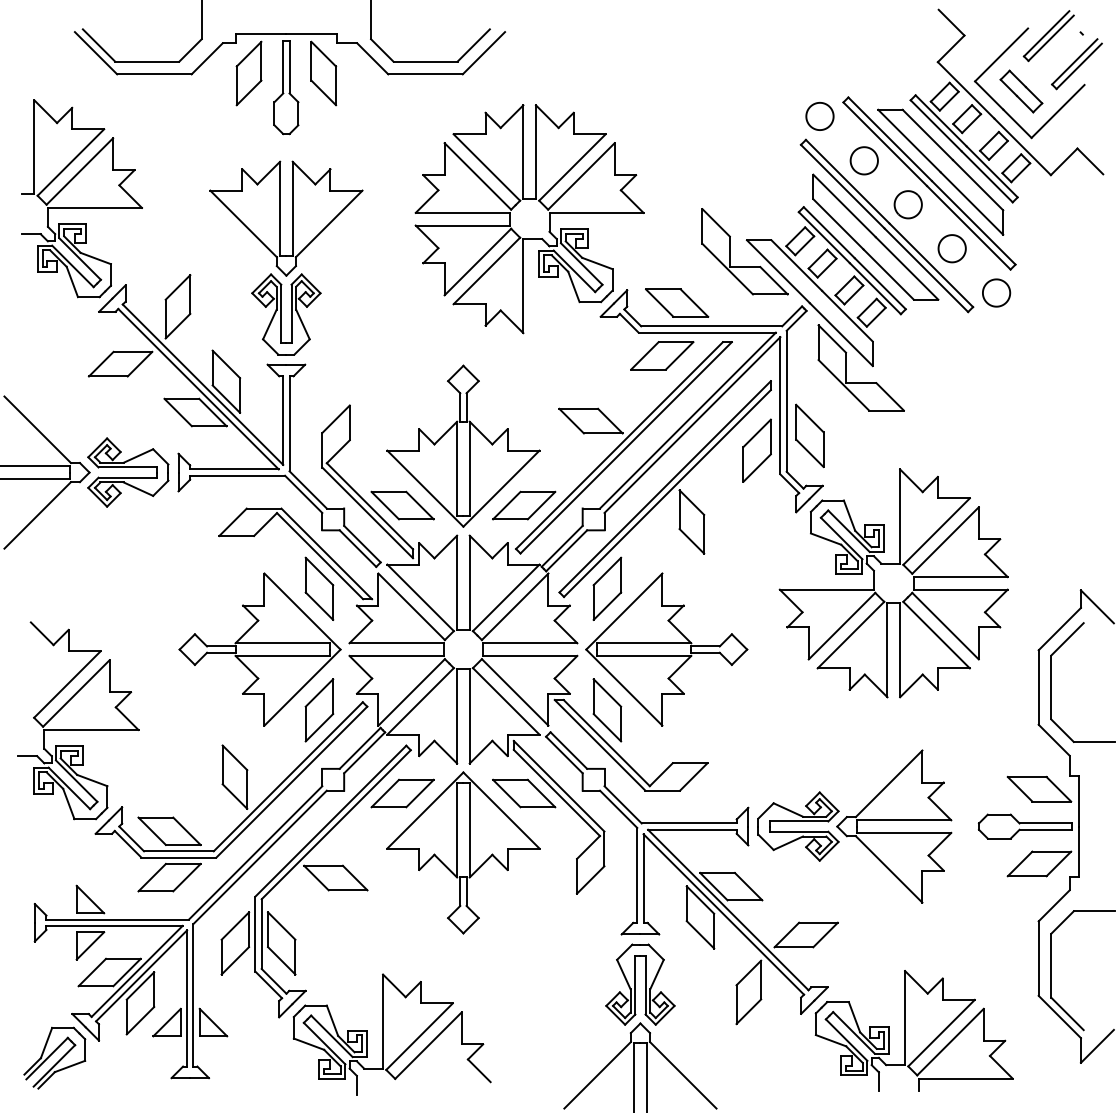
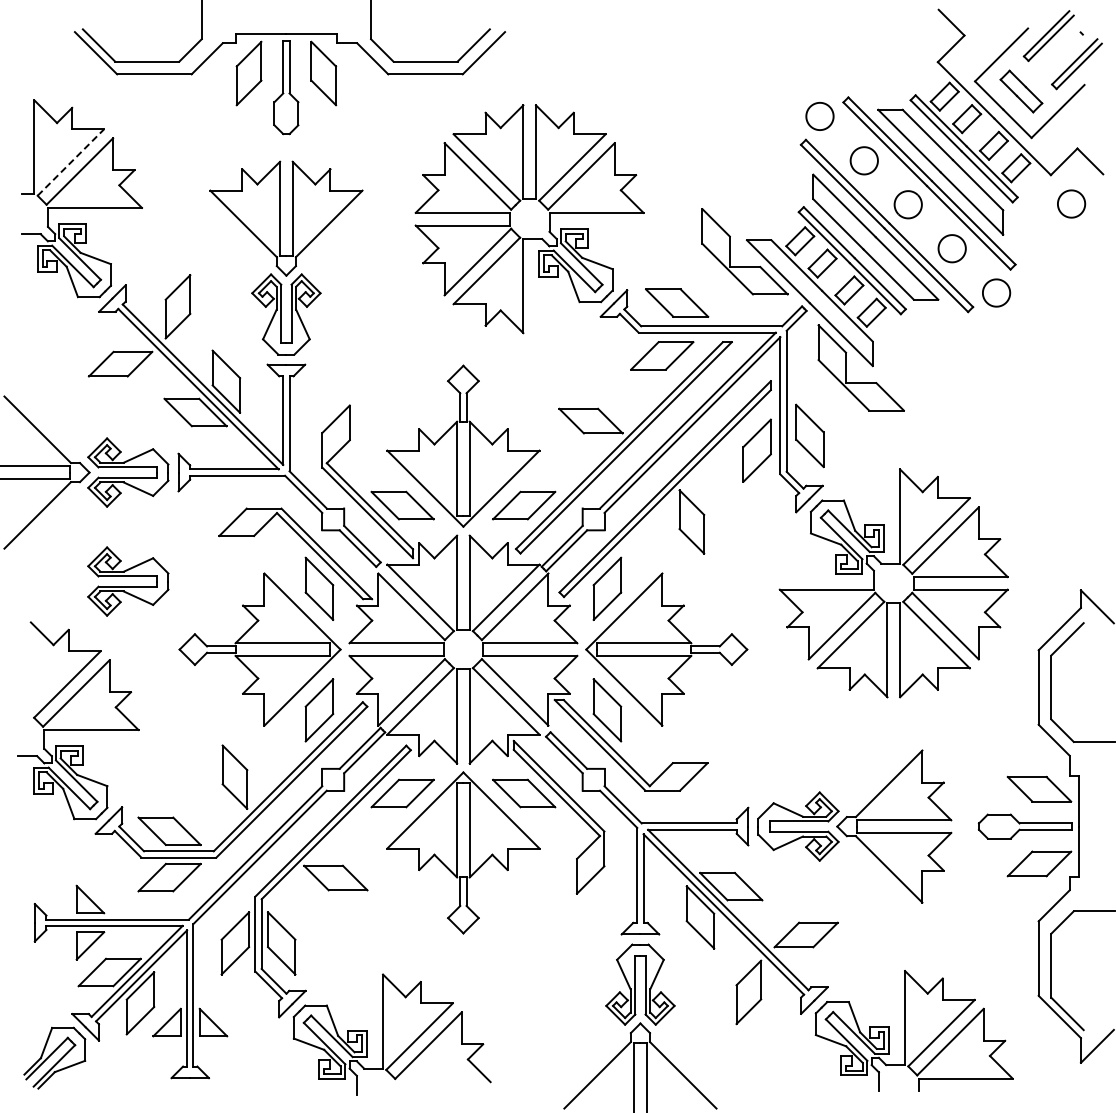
line at (71, 162): solid -> dashed
part at (1071, 203): none -> present
part at (128, 581): none -> present
